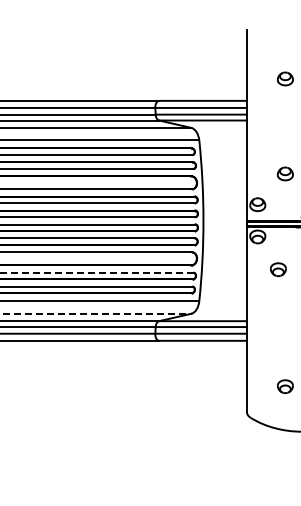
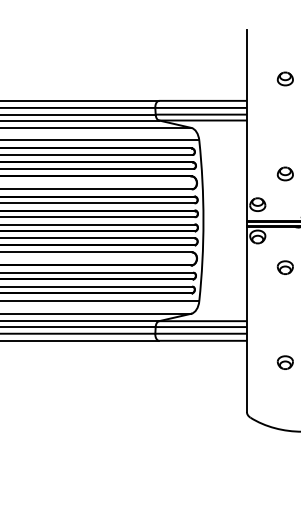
part at (277, 269) position: (277, 269) -> (284, 267)
line at (96, 272): dashed -> solid
line at (96, 313): dashed -> solid
part at (284, 386) position: (284, 386) -> (284, 362)
